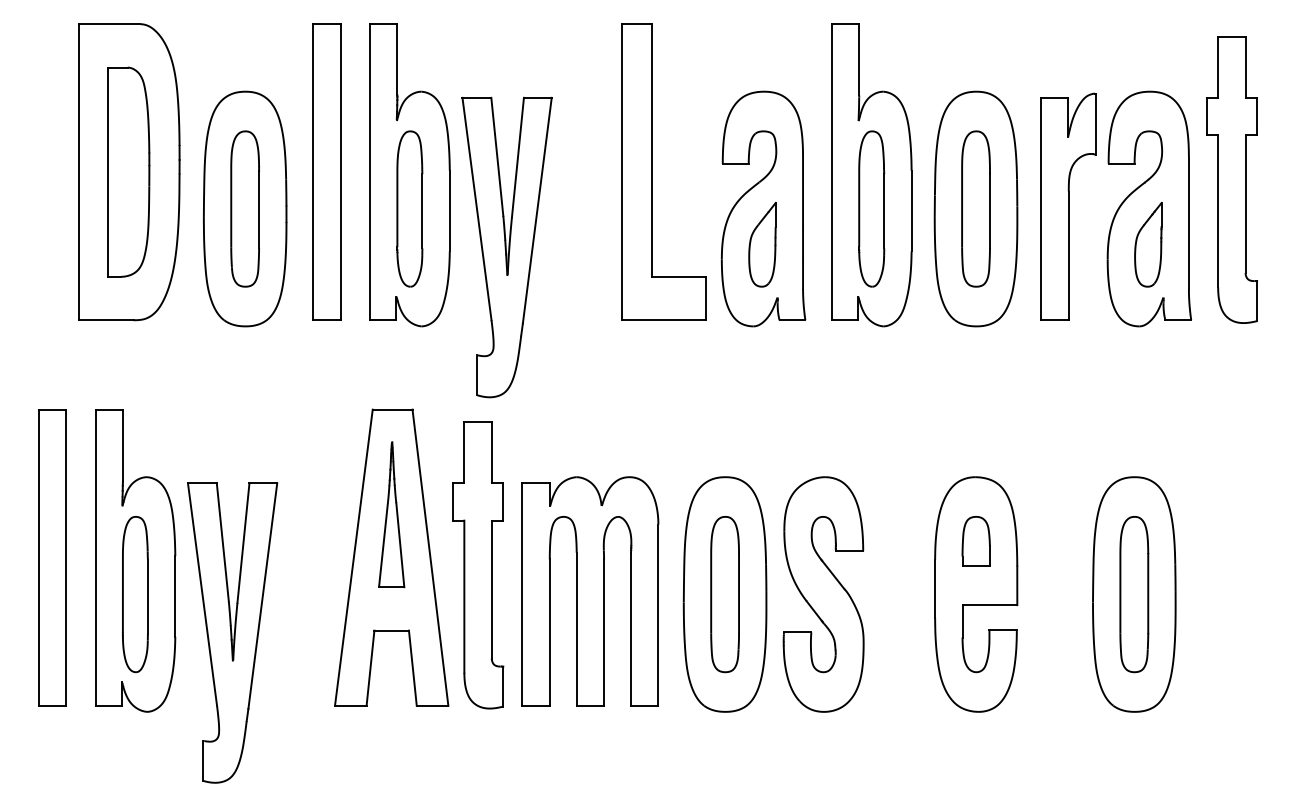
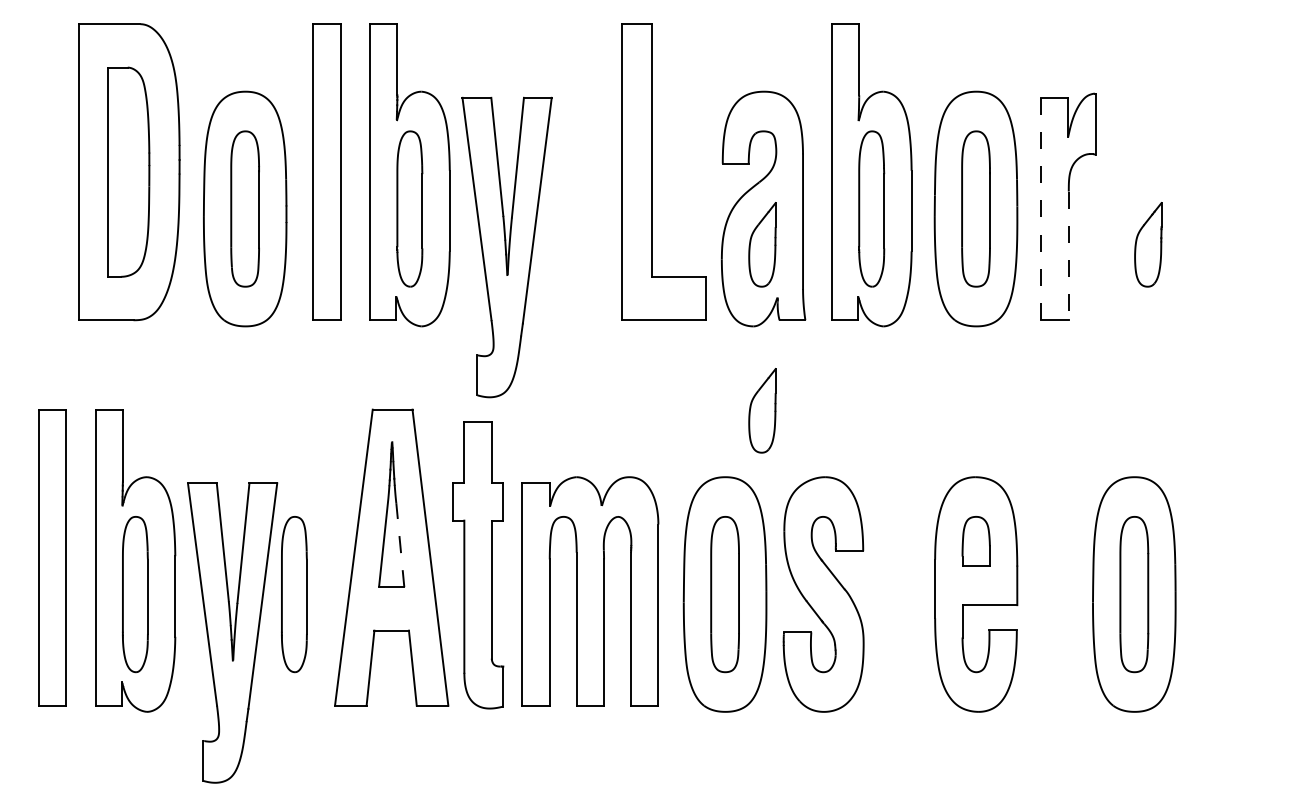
part at (1231, 179): present -> none
line at (1041, 208): solid -> dashed
part at (1148, 208): present -> none
line at (1068, 256): solid -> dashed
part at (762, 410): none -> present
line at (400, 544): solid -> dashed
part at (294, 594): none -> present
